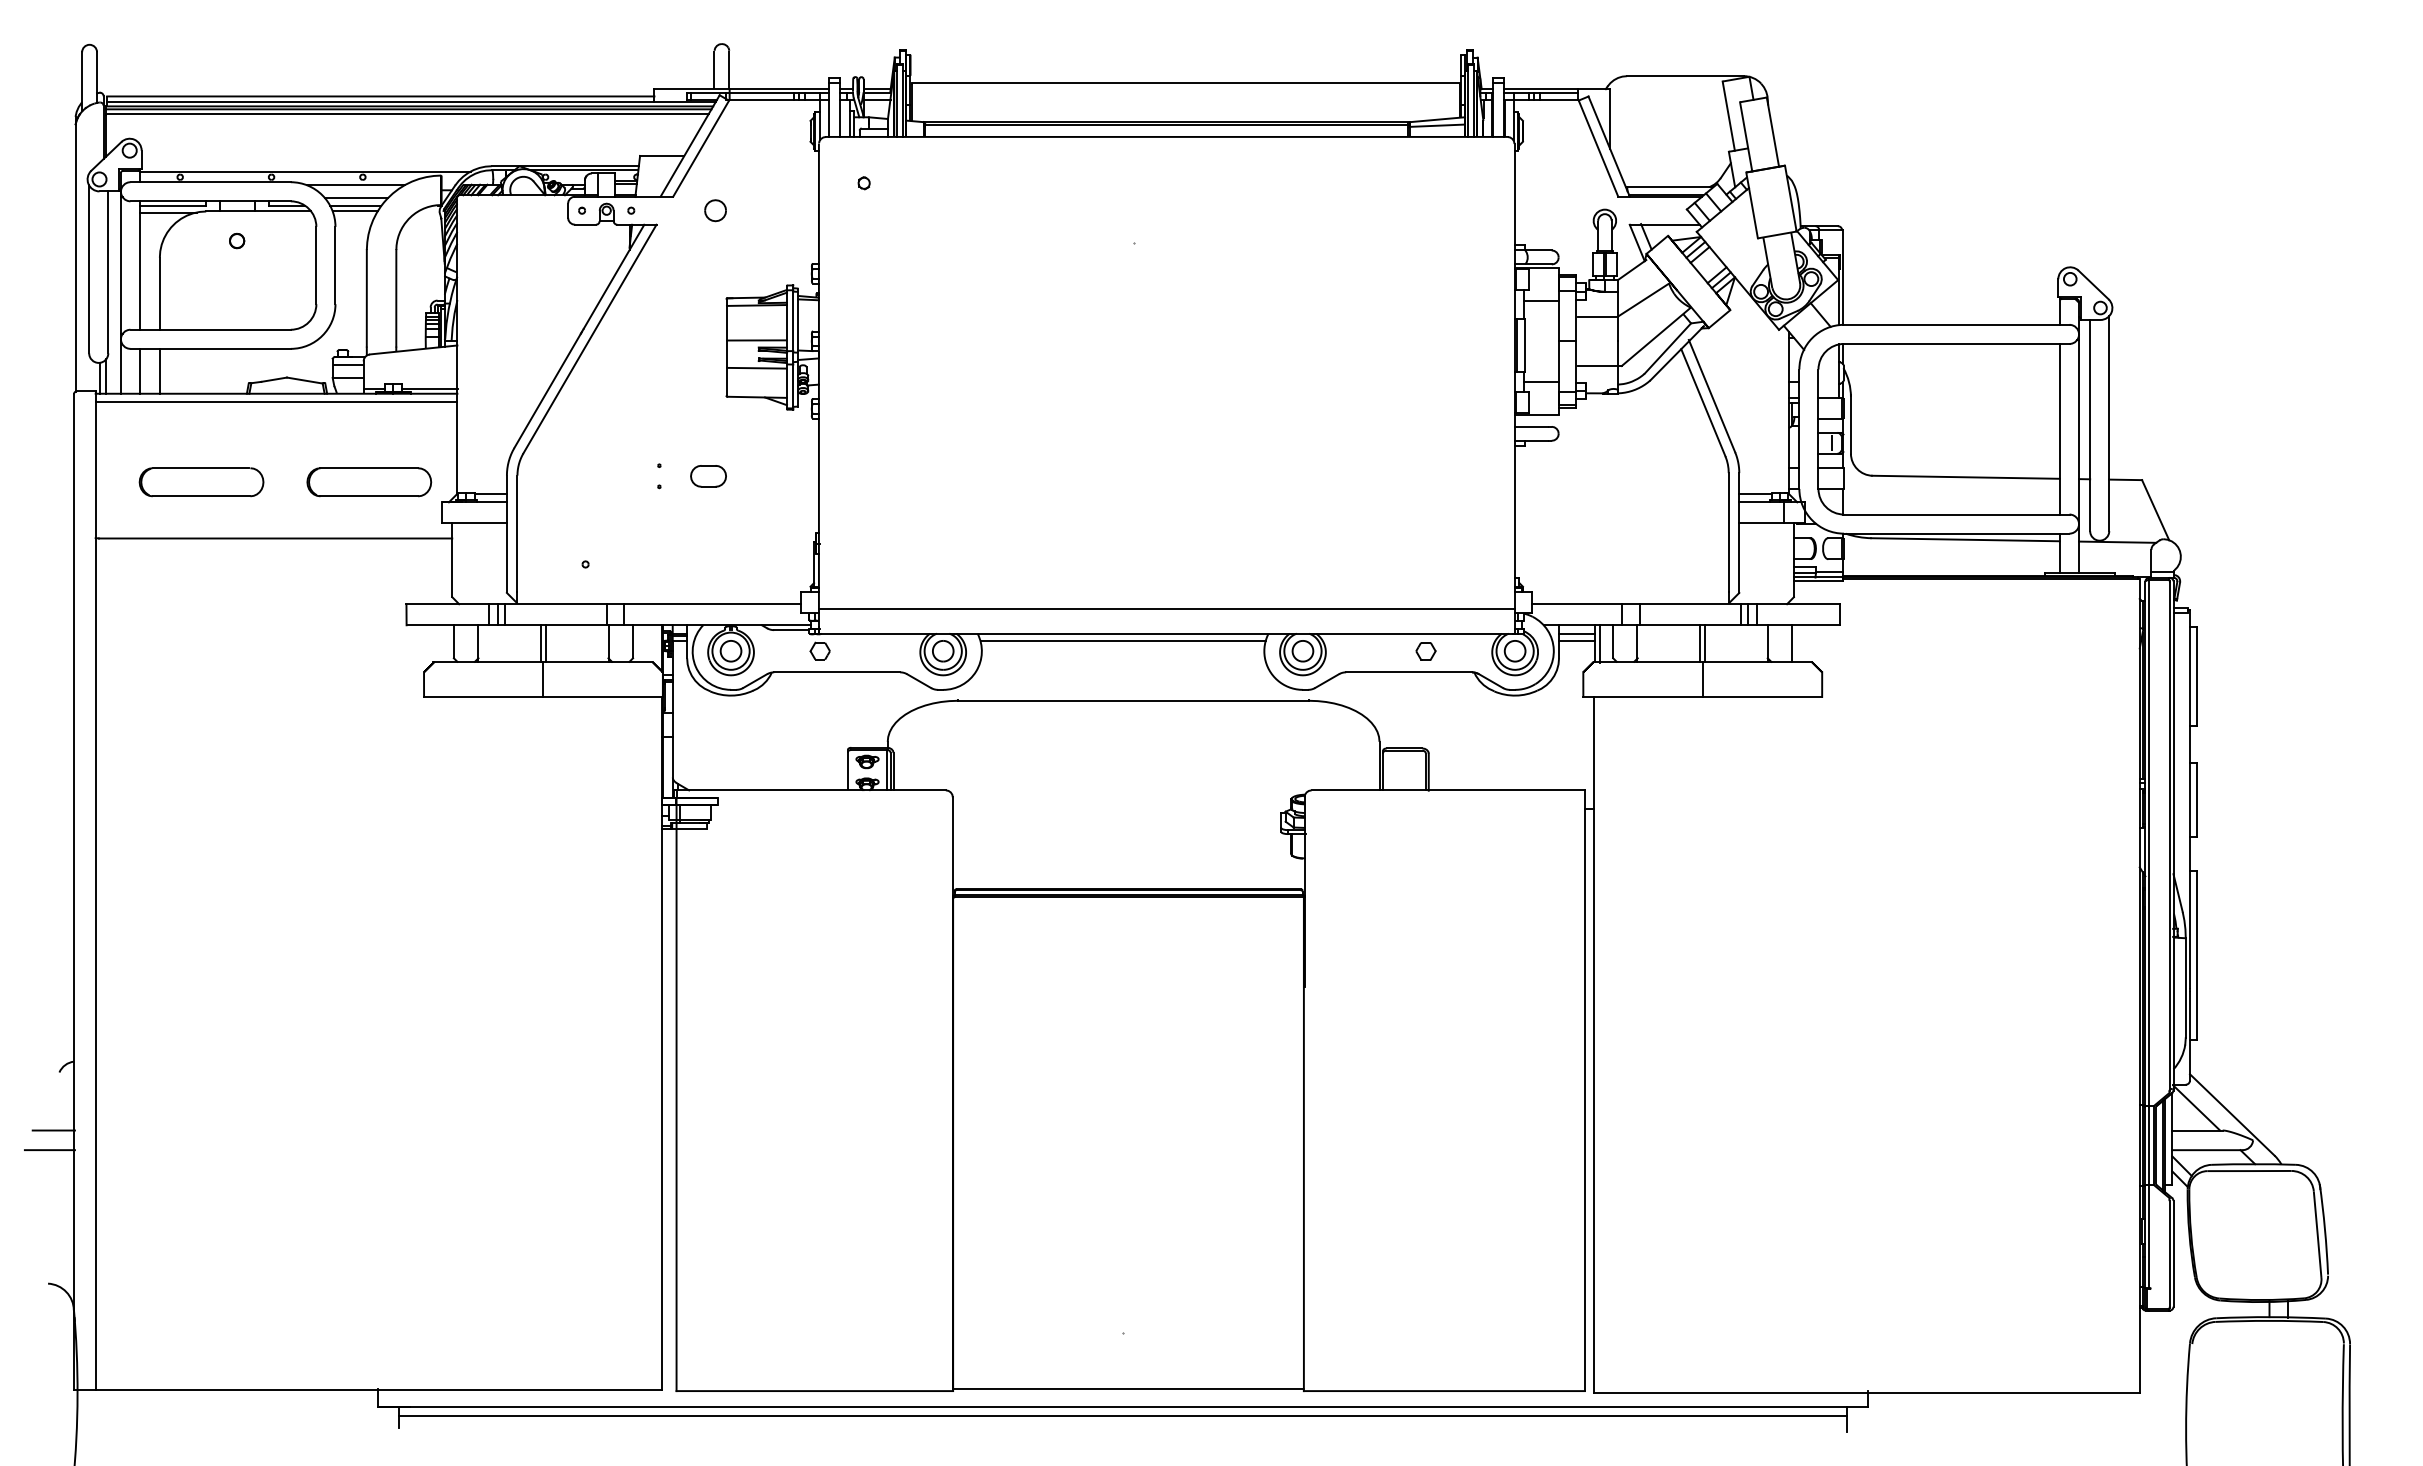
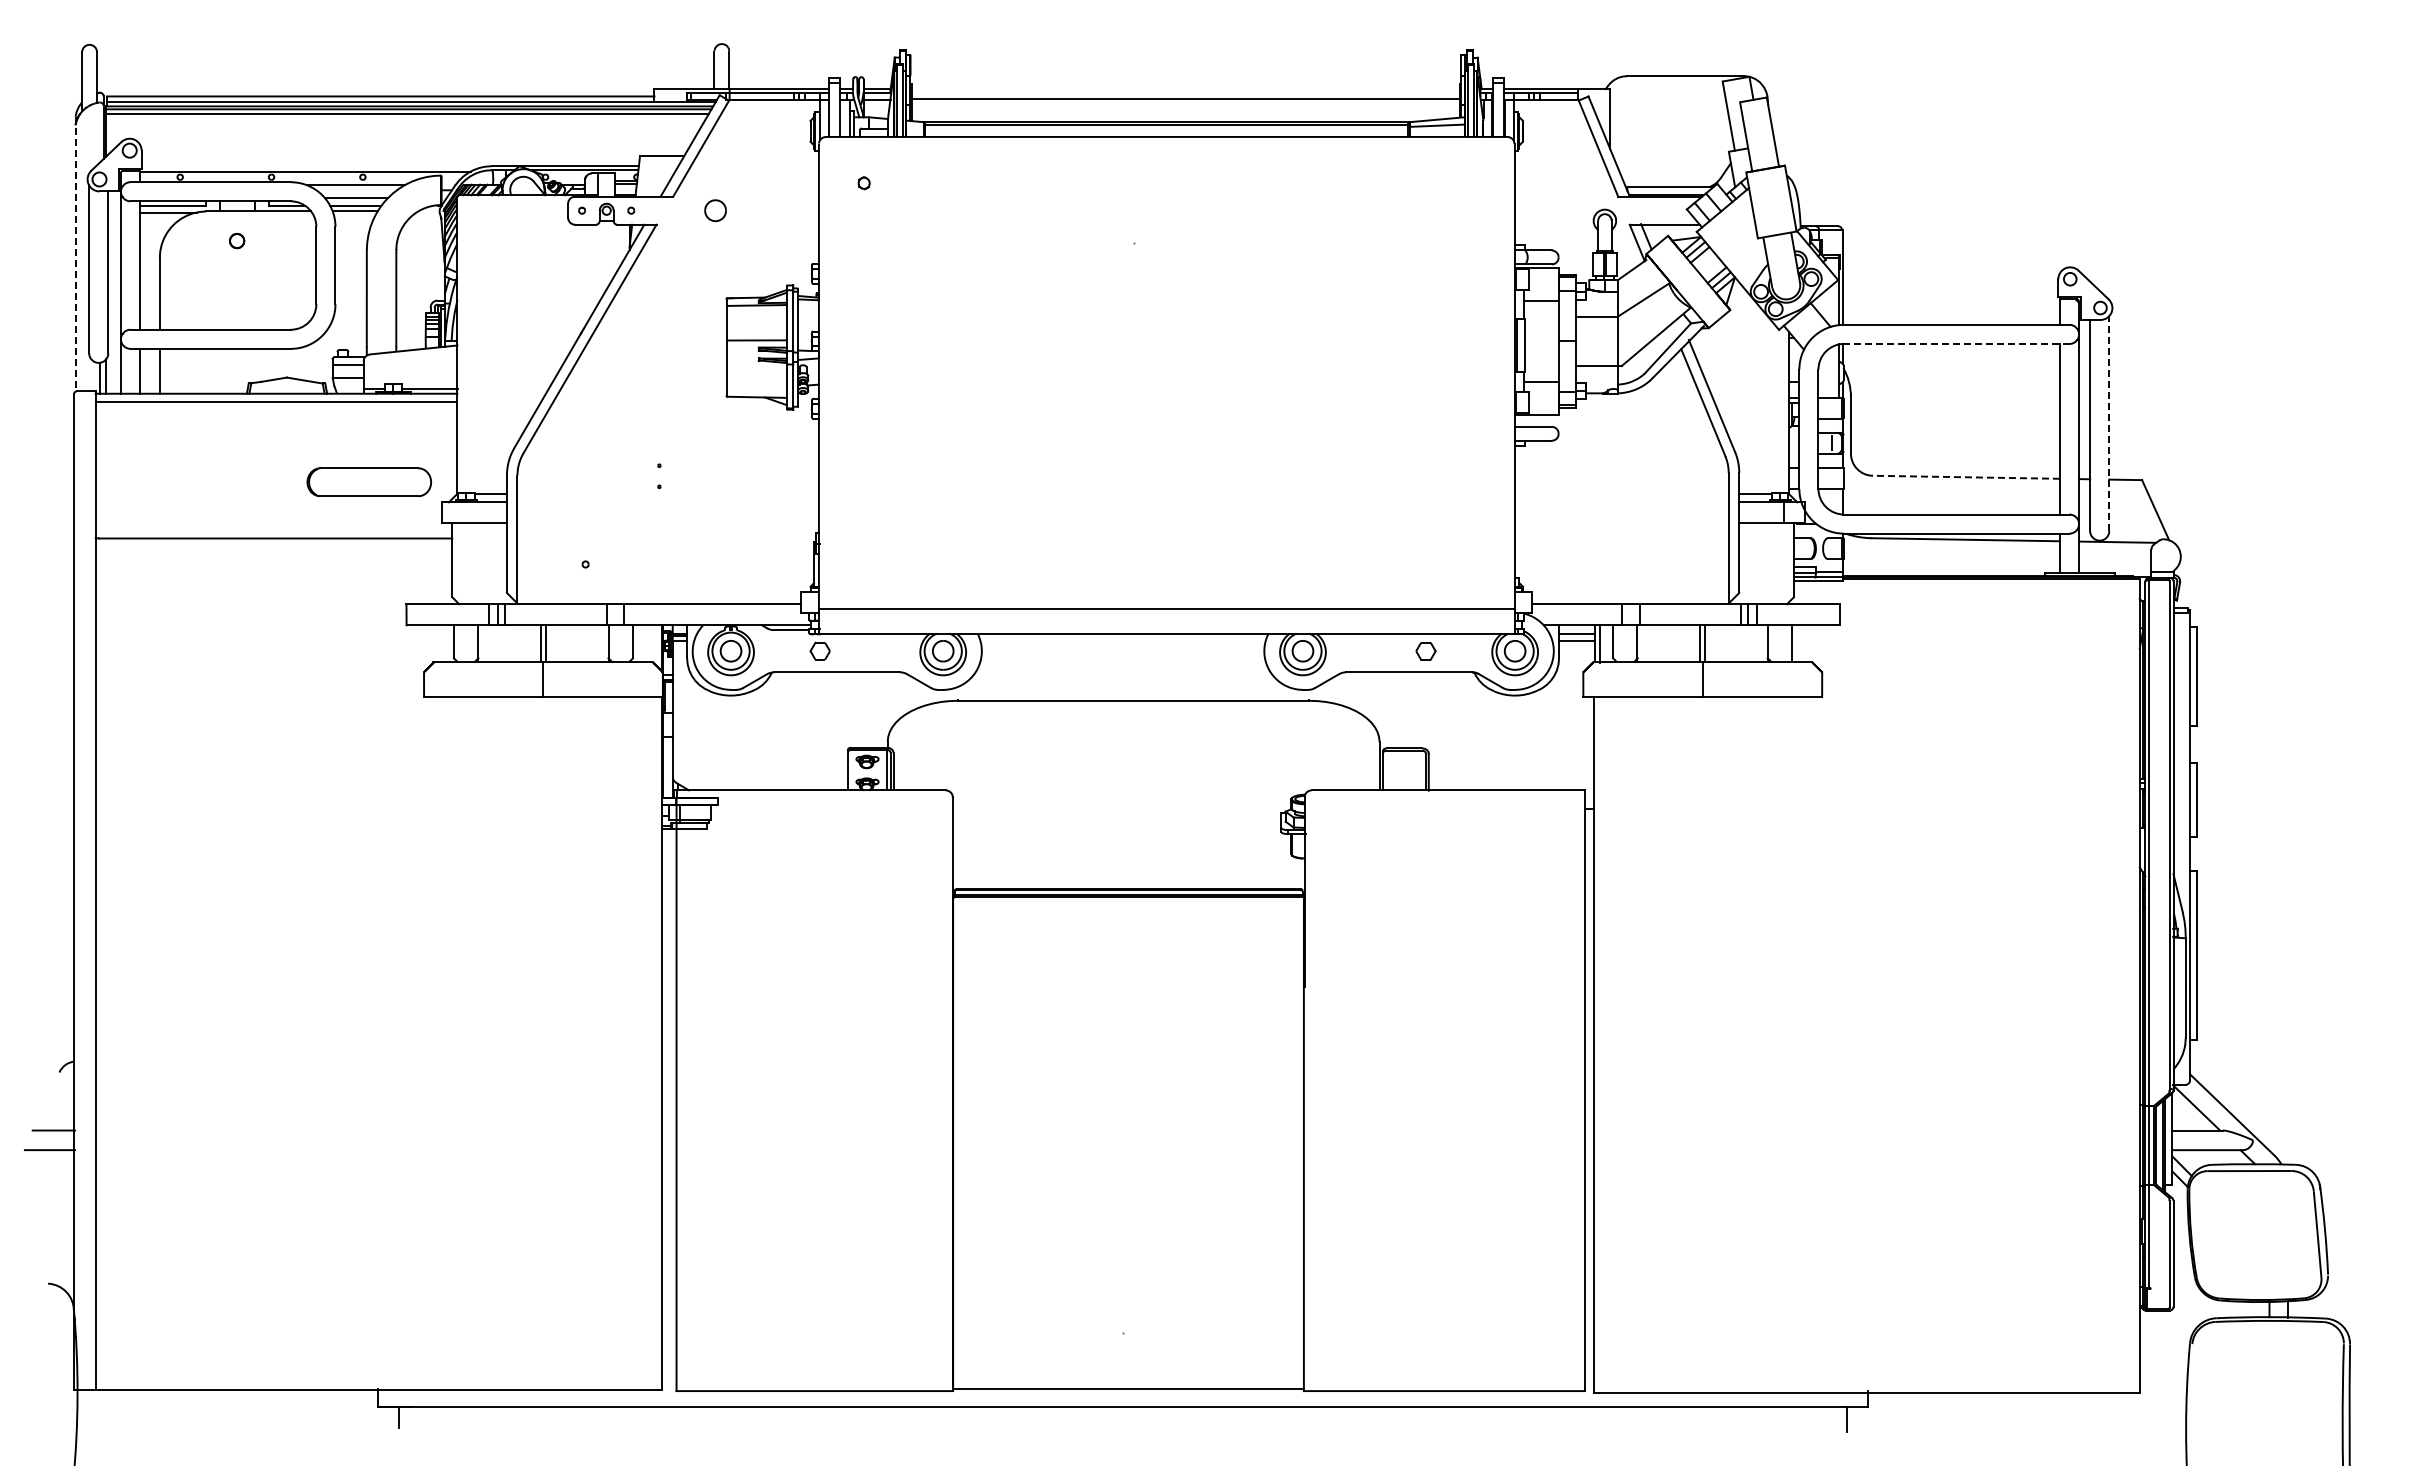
line at (1185, 82) position: (1185, 82) -> (1185, 98)
line at (75, 254): solid -> dashed
line at (1956, 343): solid -> dashed
line at (756, 367): present -> none
line at (2109, 423): solid -> dashed
part at (708, 476): present -> none
line at (1966, 477): solid -> dashed
part at (201, 482): present -> none
line at (1122, 641): present -> none
line at (1122, 1415): present -> none
